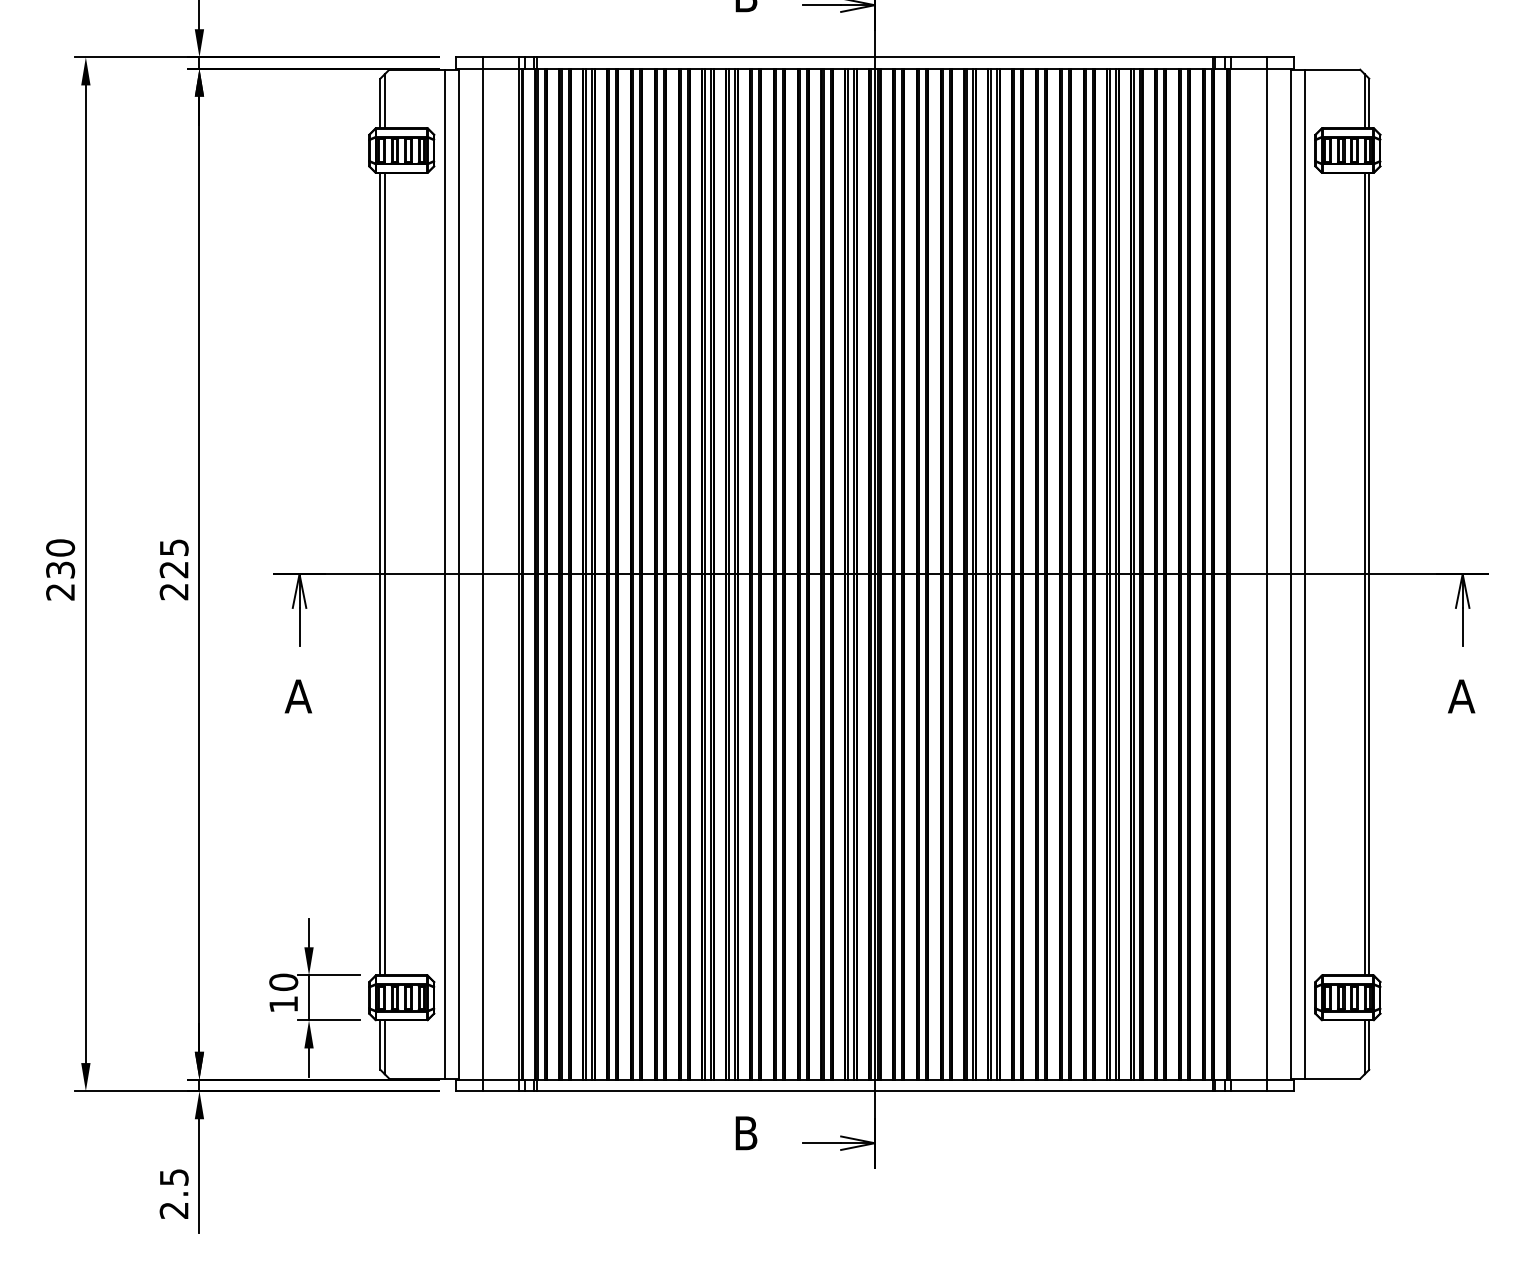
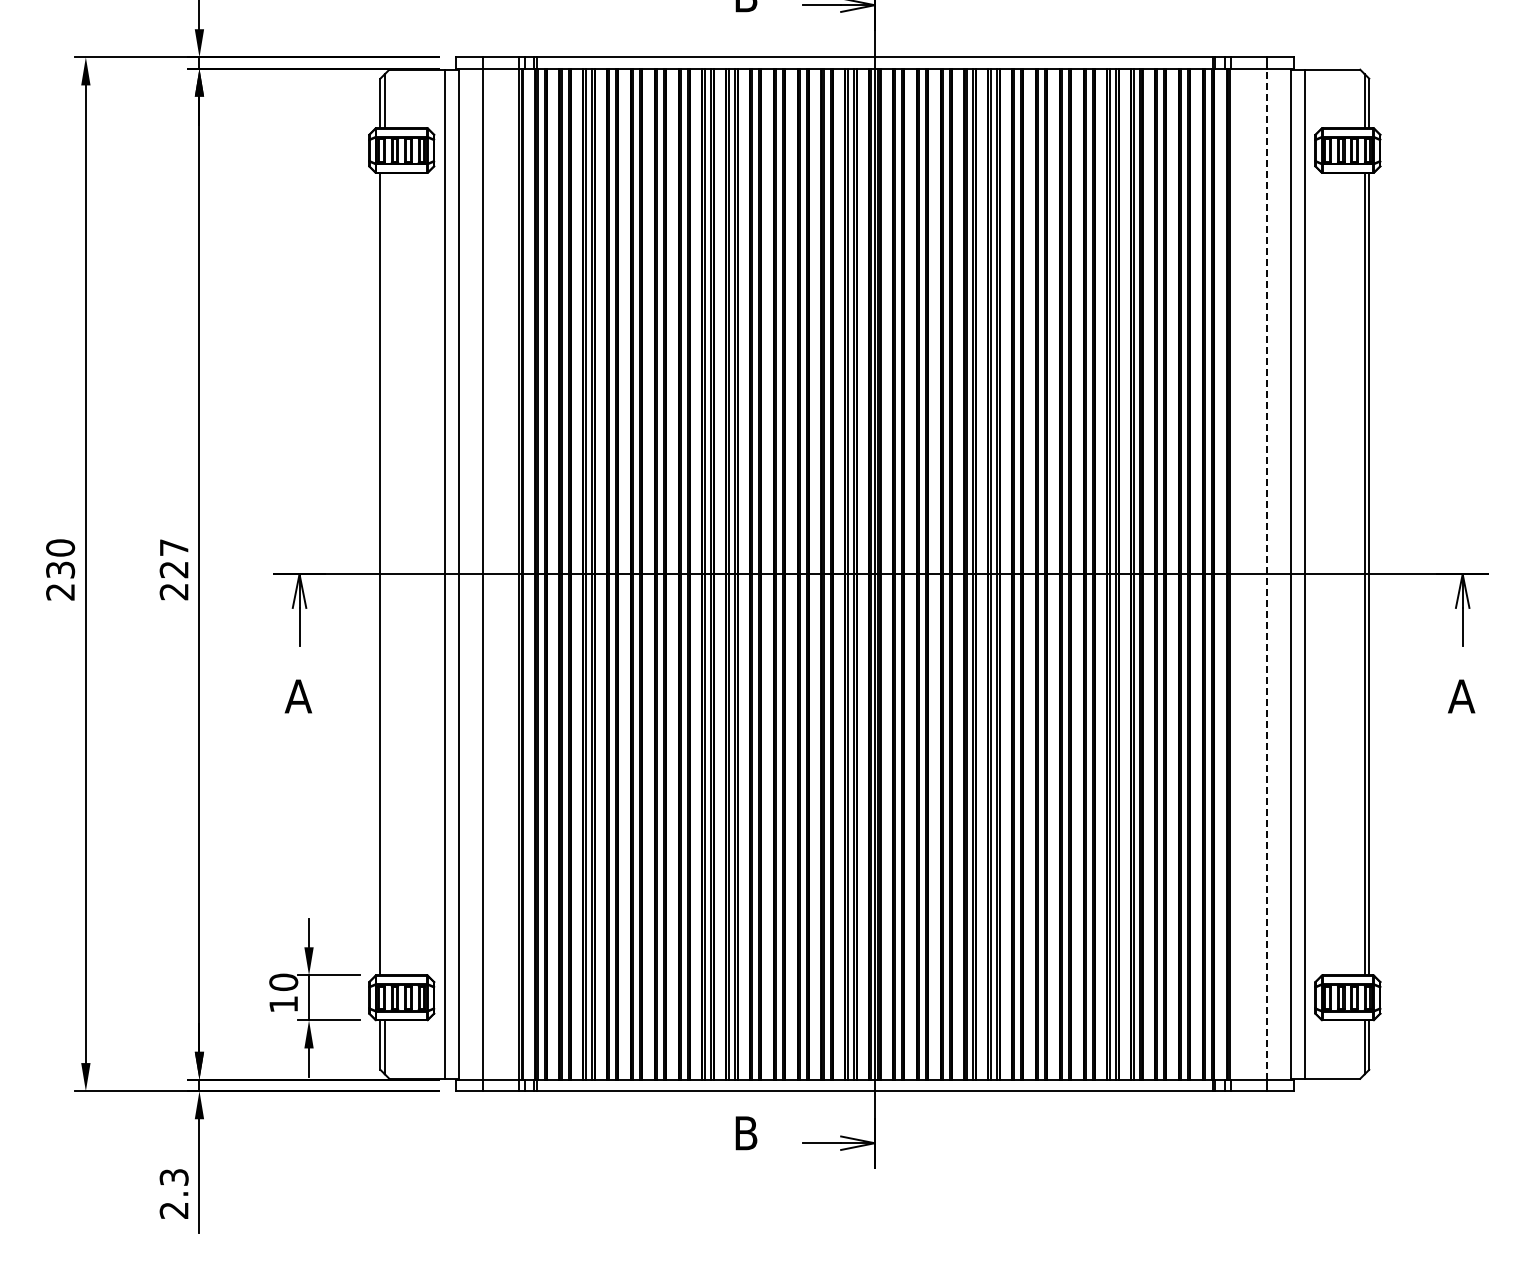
text at (174, 547): 225 -> 227
line at (384, 574): present -> none
line at (1266, 574): solid -> dashed
text at (173, 1177): 2.5 -> 2.3
